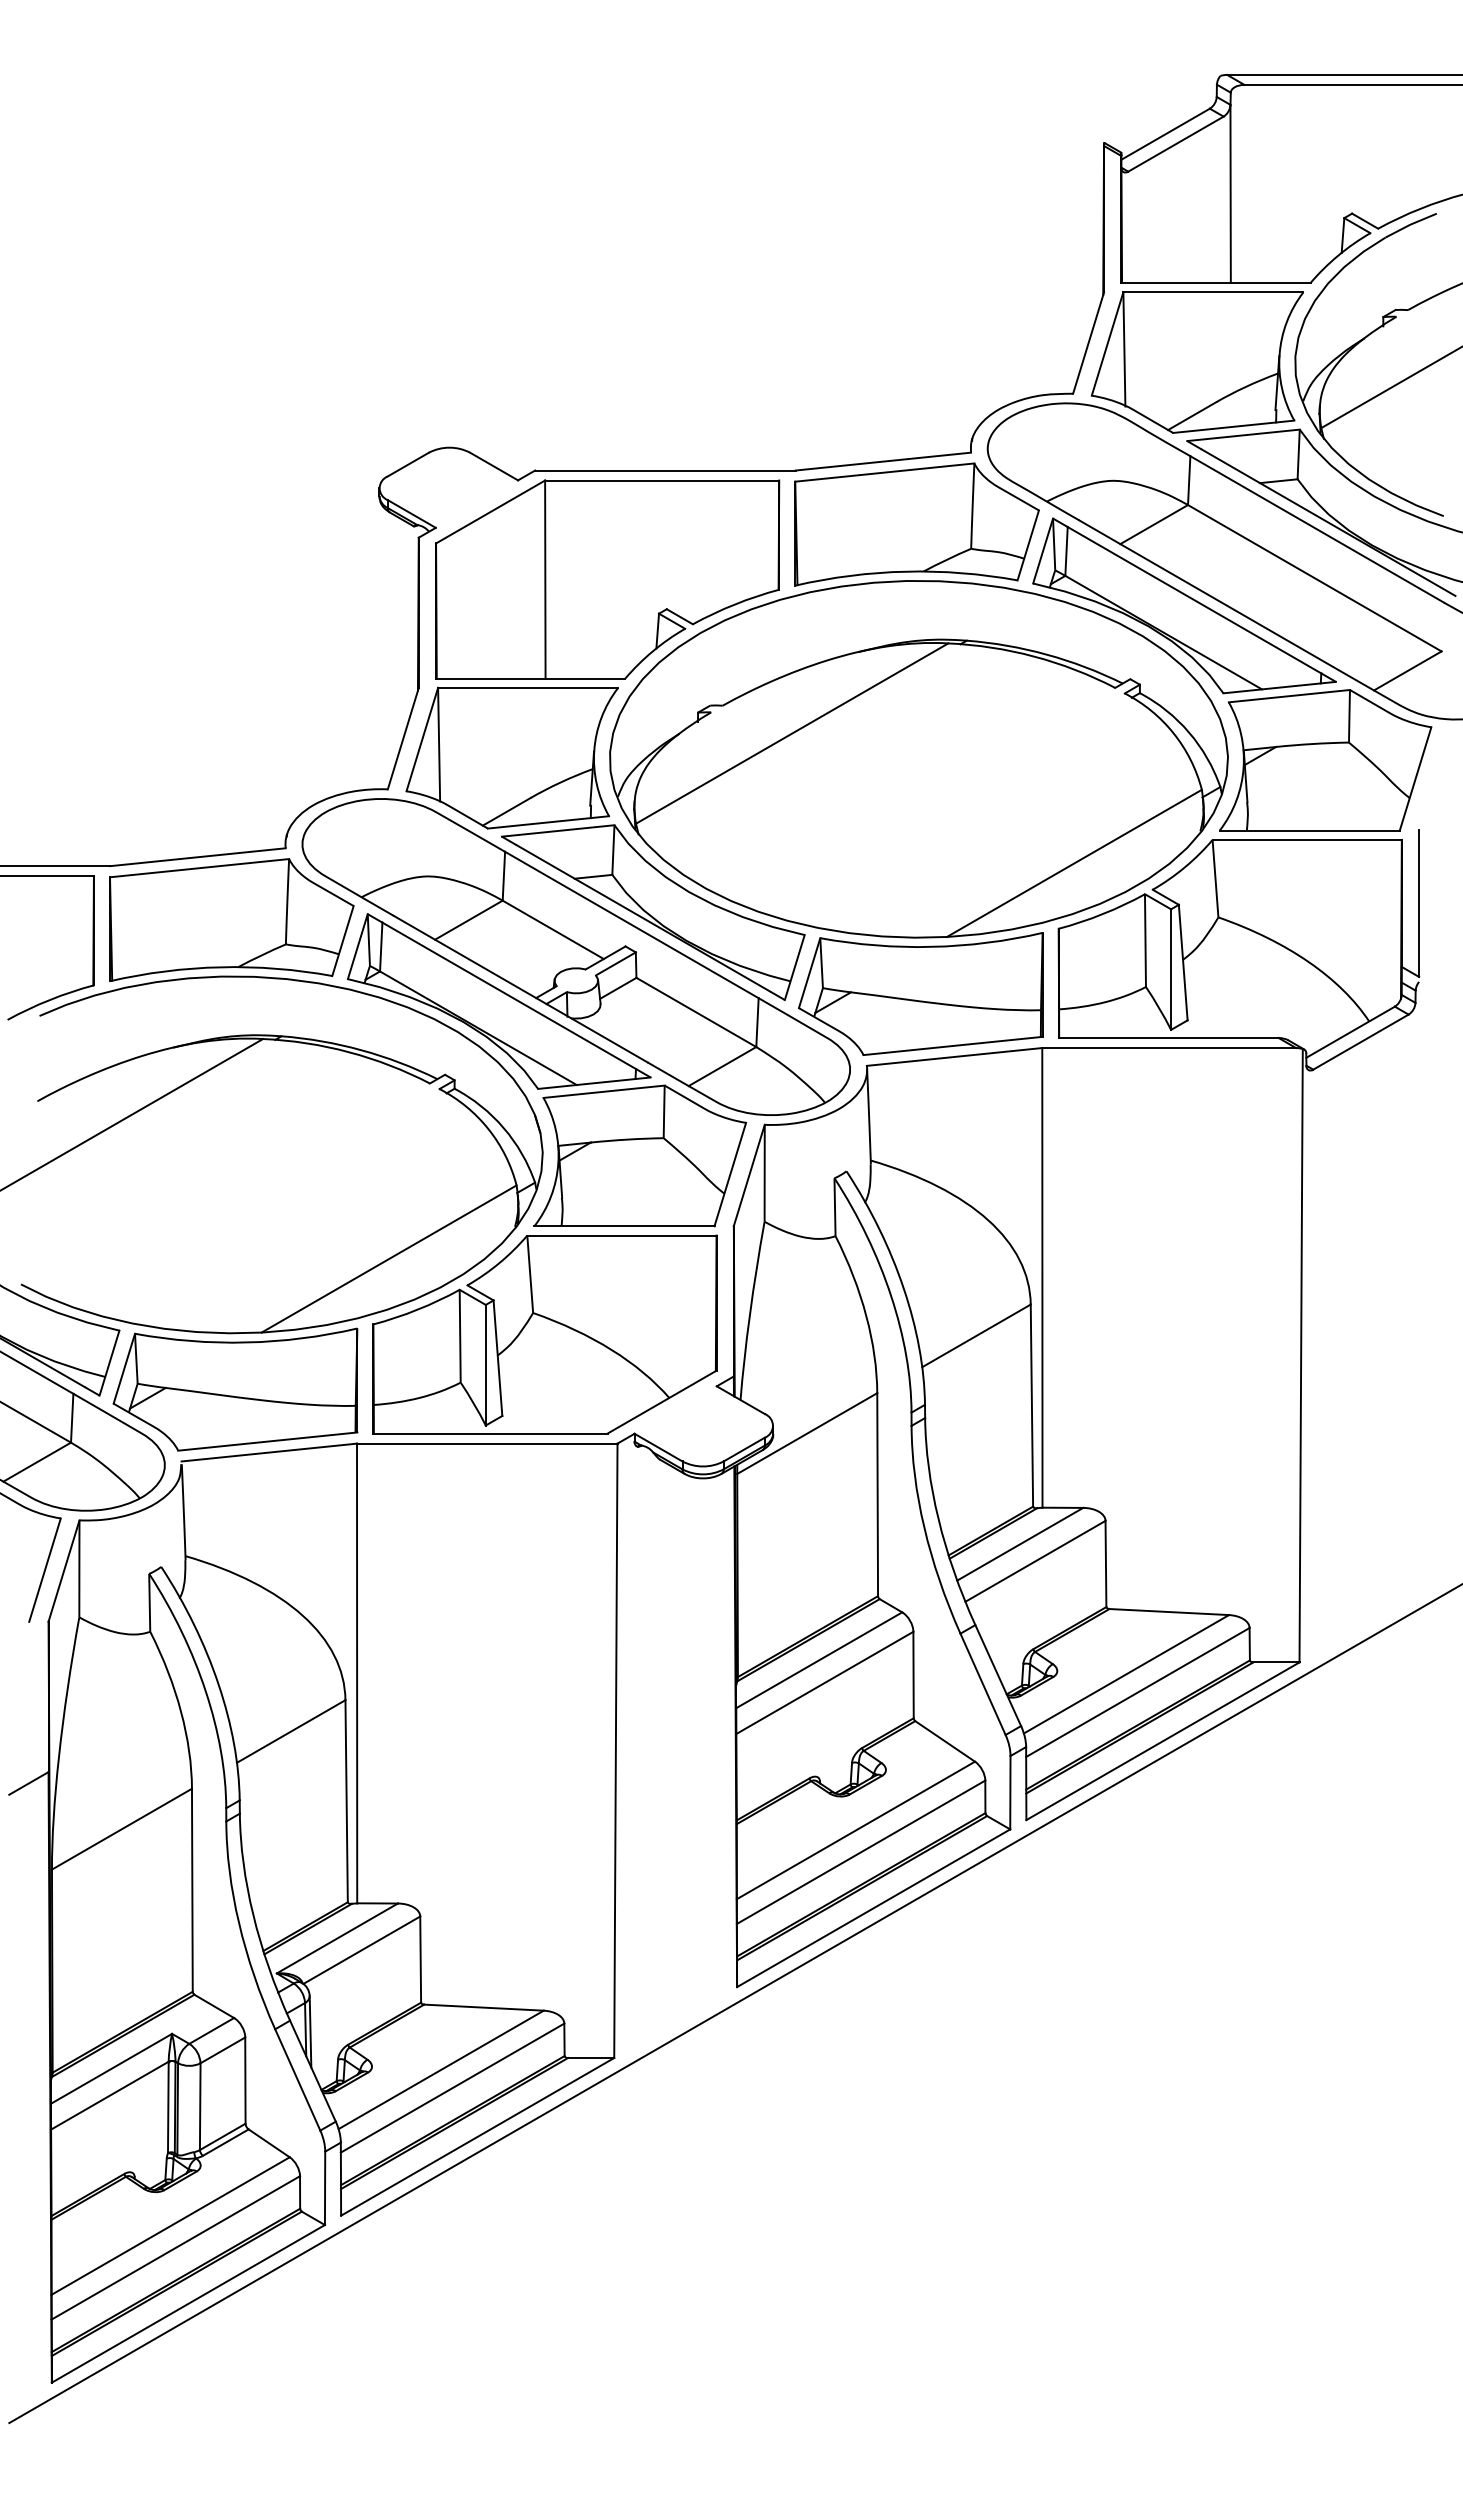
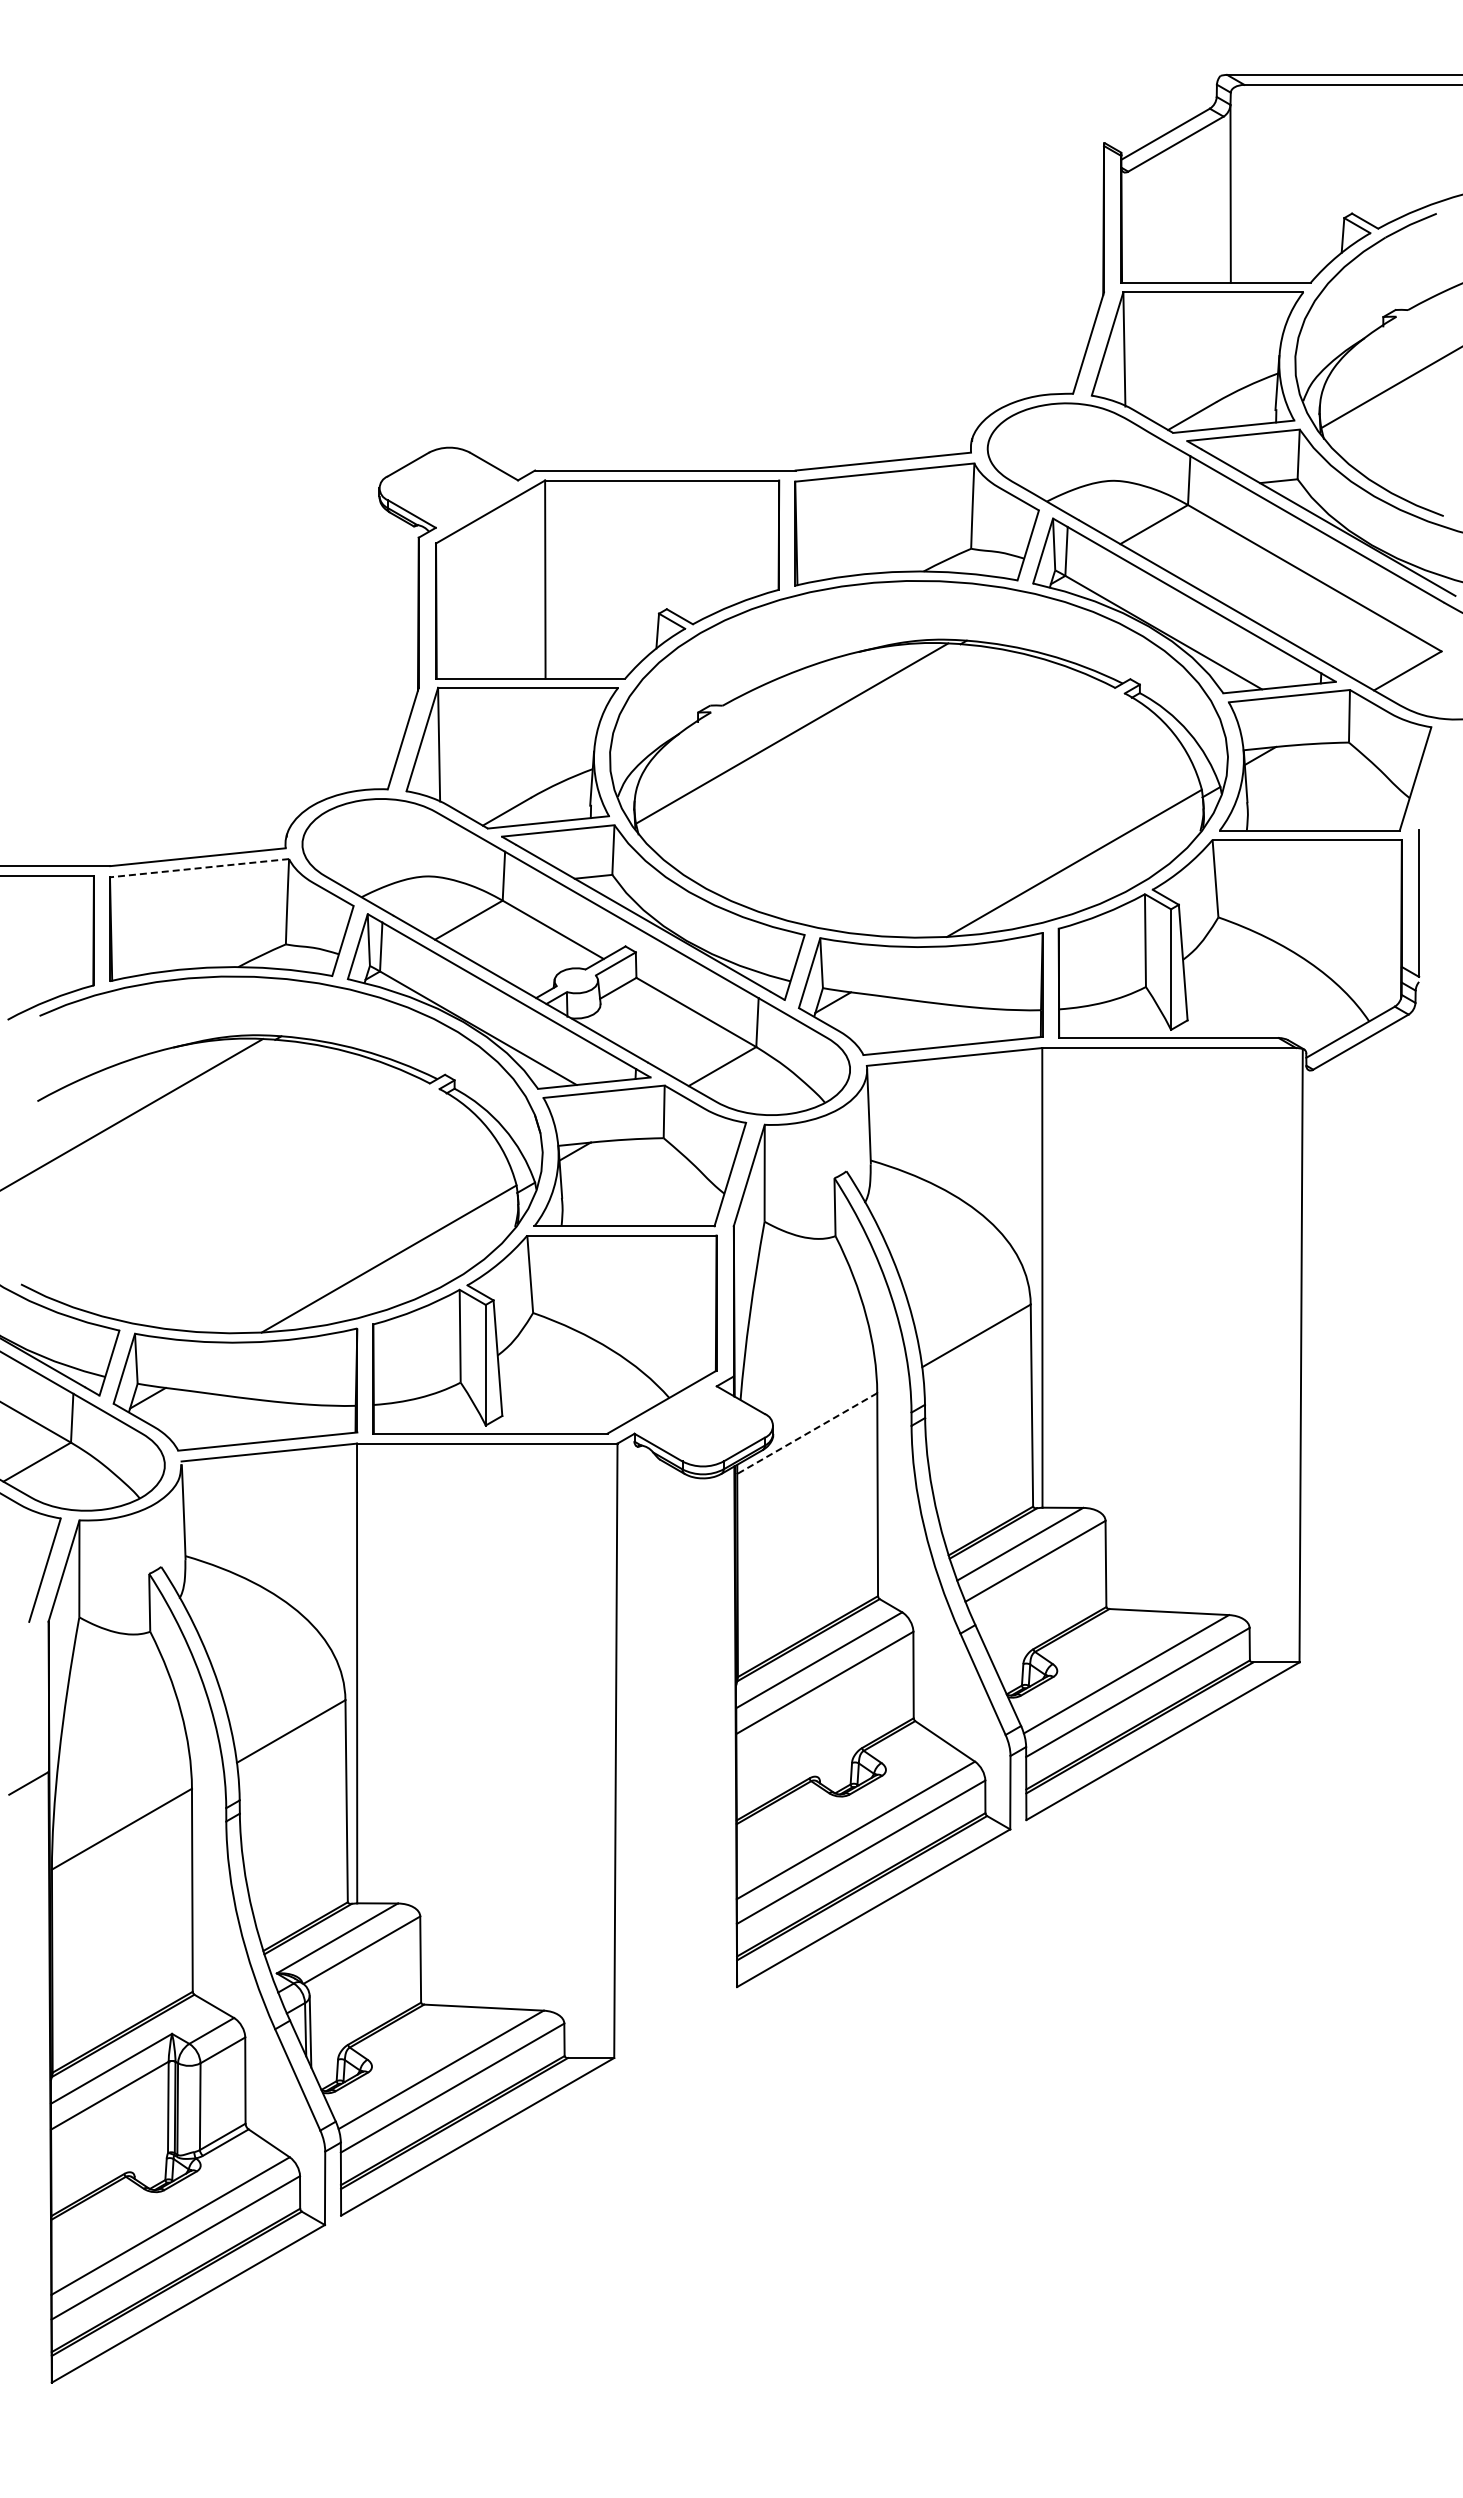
line at (199, 868): solid -> dashed
line at (807, 1433): solid -> dashed
line at (734, 2004): present -> none
